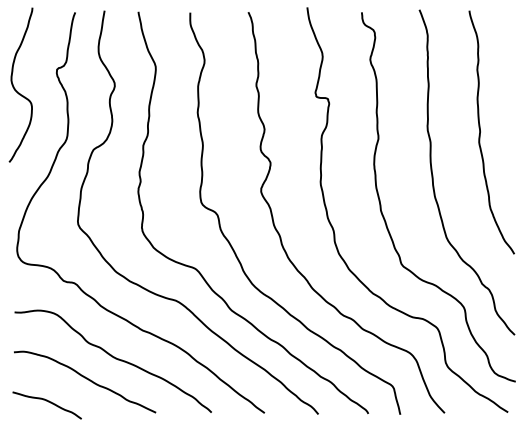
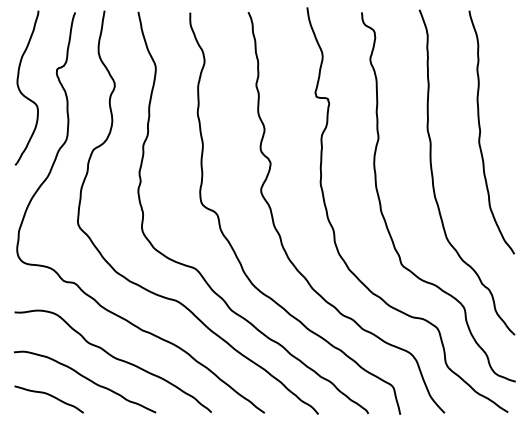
curve at (14, 86) position: (14, 86) -> (20, 89)
curve at (48, 402) position: (48, 402) -> (50, 396)
